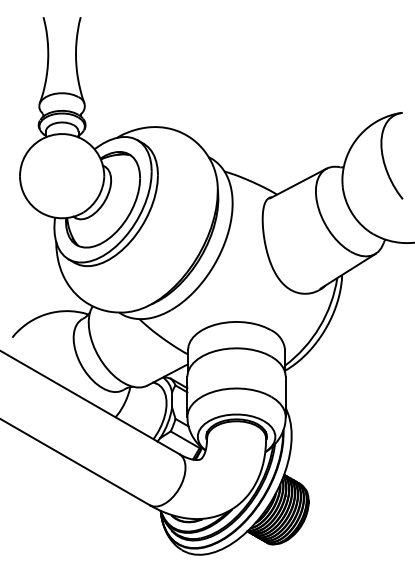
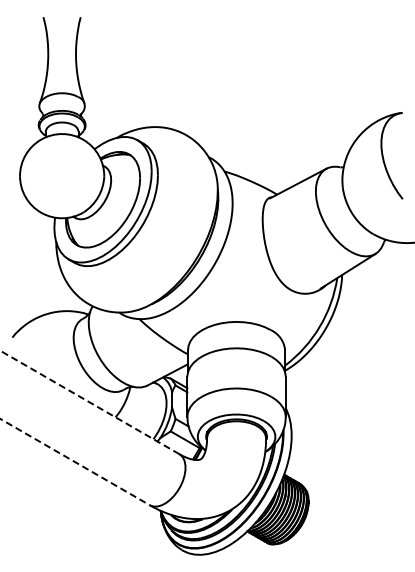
line at (89, 402): solid -> dashed
line at (75, 462): solid -> dashed
